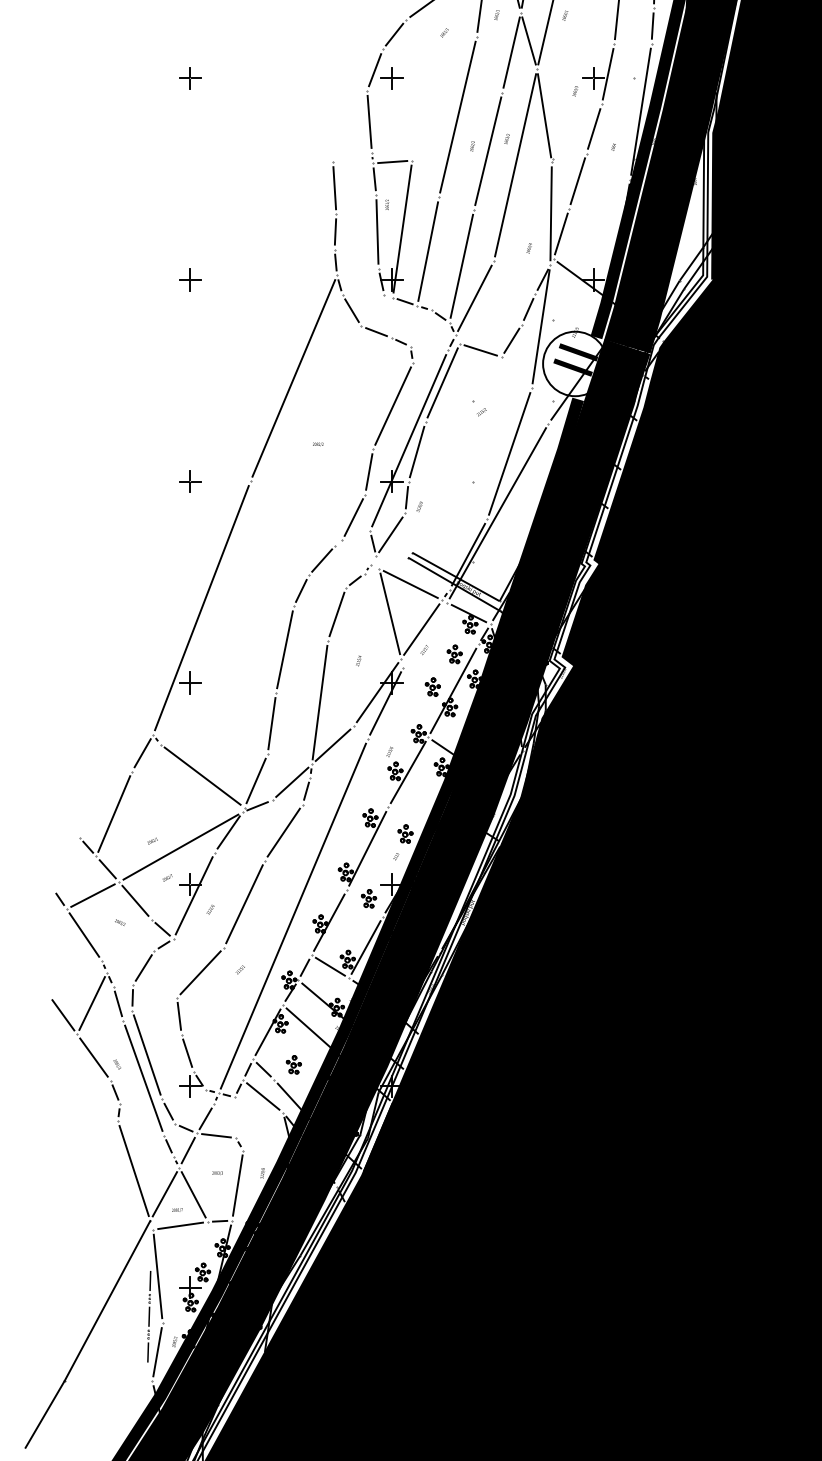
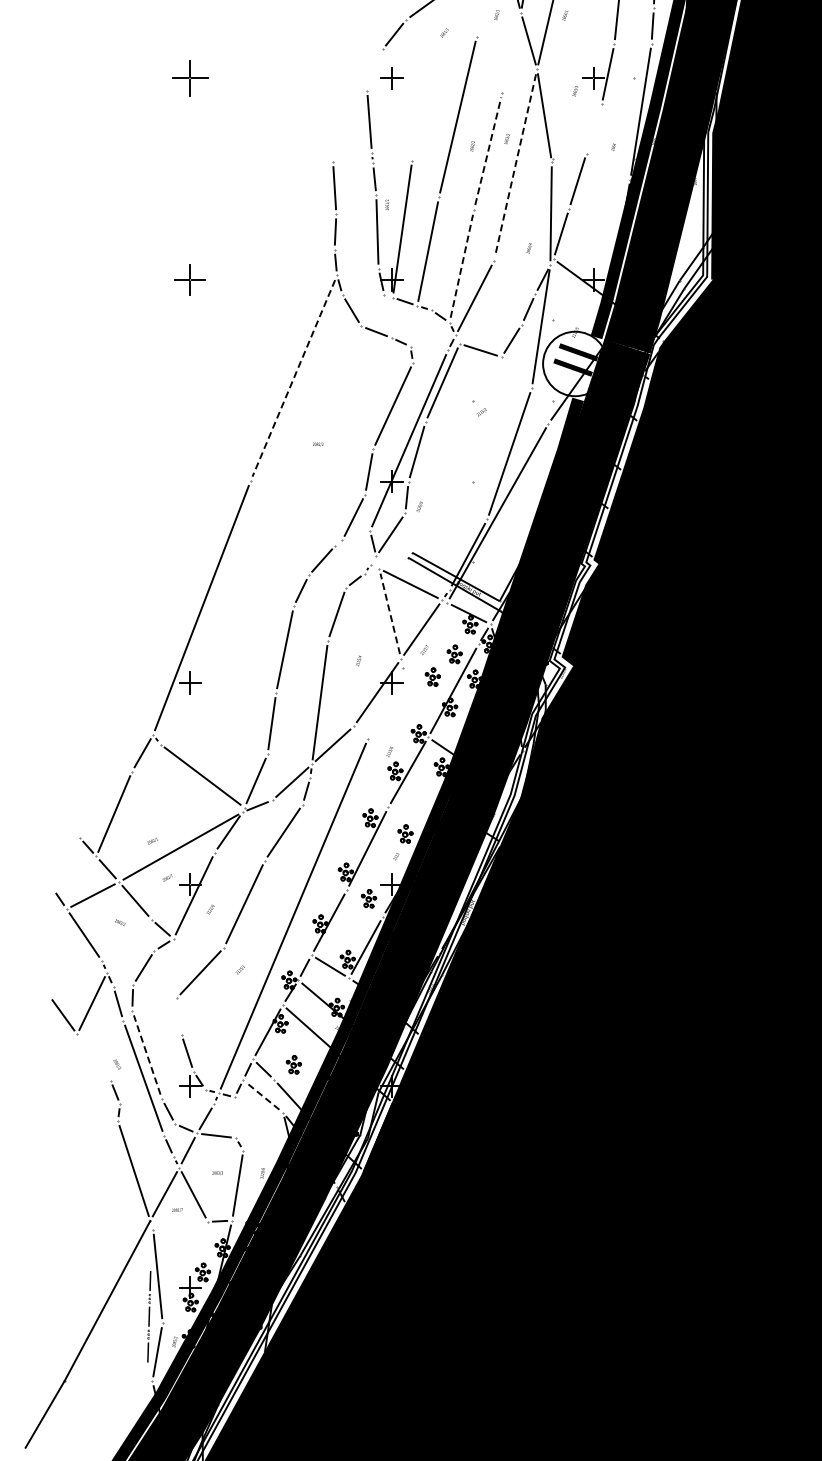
line at (479, 16): present -> none
line at (511, 52): present -> none
line at (375, 70): present -> none
part at (190, 78) size: 23x23 px -> 37x37 px
line at (594, 128): present -> none
line at (488, 150): solid -> dashed
line at (392, 162): present -> none
line at (515, 165): solid -> dashed
line at (461, 266): solid -> dashed
part at (190, 279) size: 23x24 px -> 32x32 px
line at (293, 378): solid -> dashed
part at (190, 481): present -> none
line at (390, 613): solid -> dashed
part at (432, 686) position: (432, 686) -> (432, 676)
line at (385, 703): present -> none
line at (179, 1015): present -> none
line at (147, 1055): solid -> dashed
line at (93, 1057): present -> none
line at (263, 1096): solid -> dashed
line at (180, 1225): present -> none
